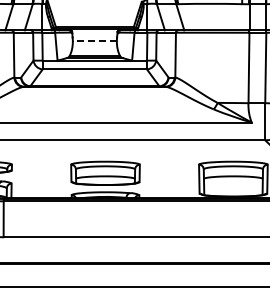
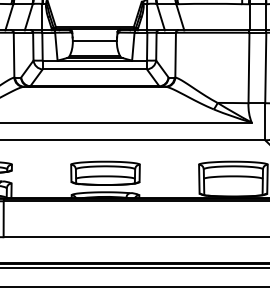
line at (94, 41): dashed -> solid
line at (134, 268): none -> present
